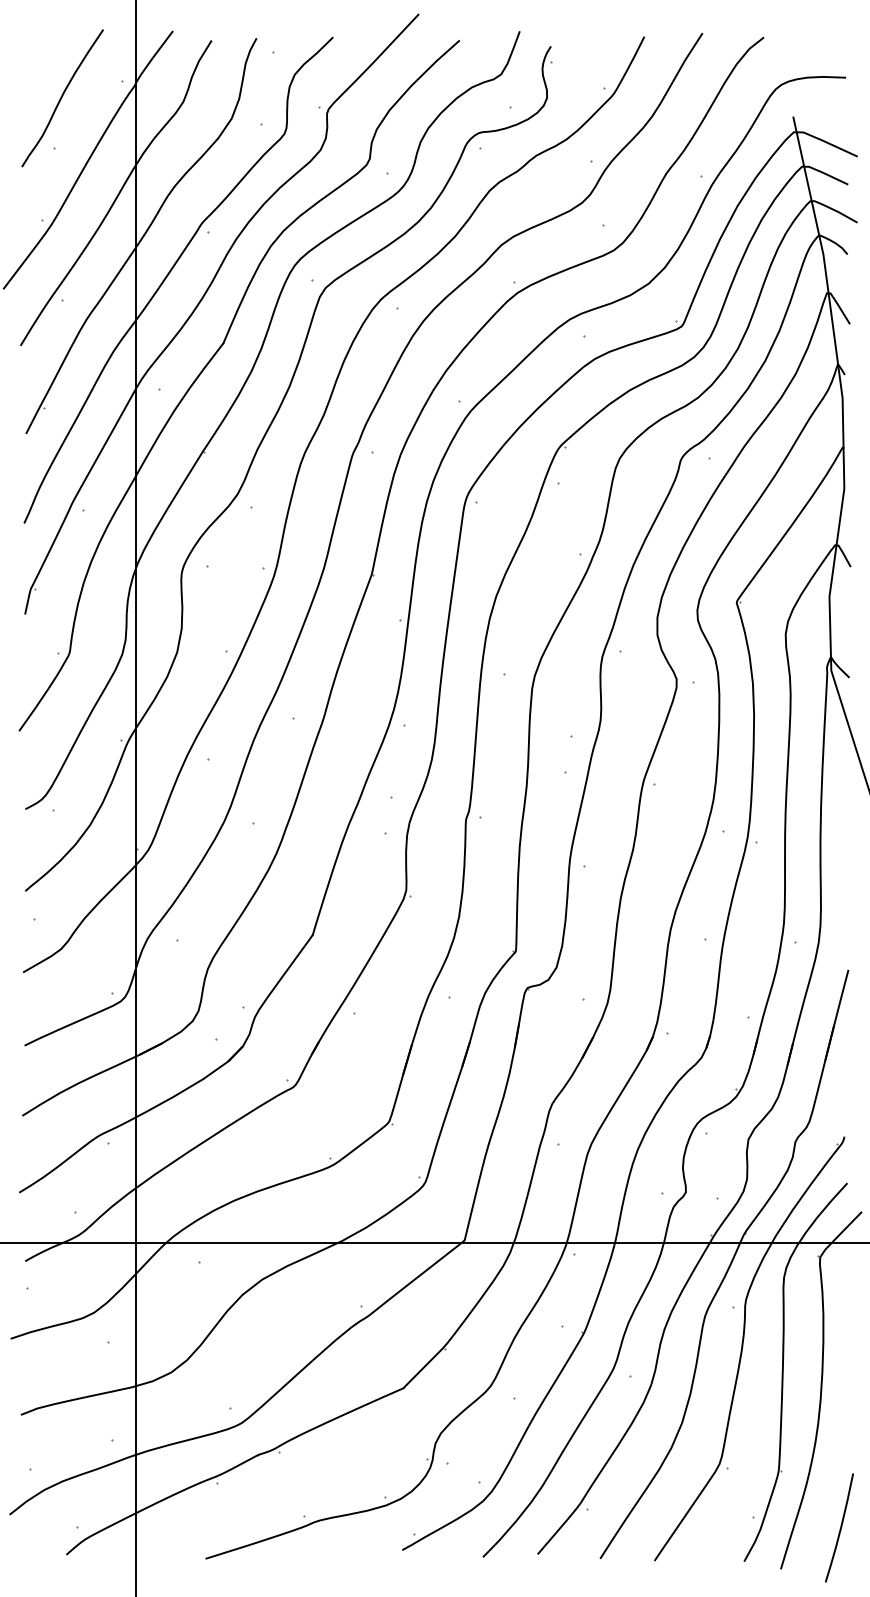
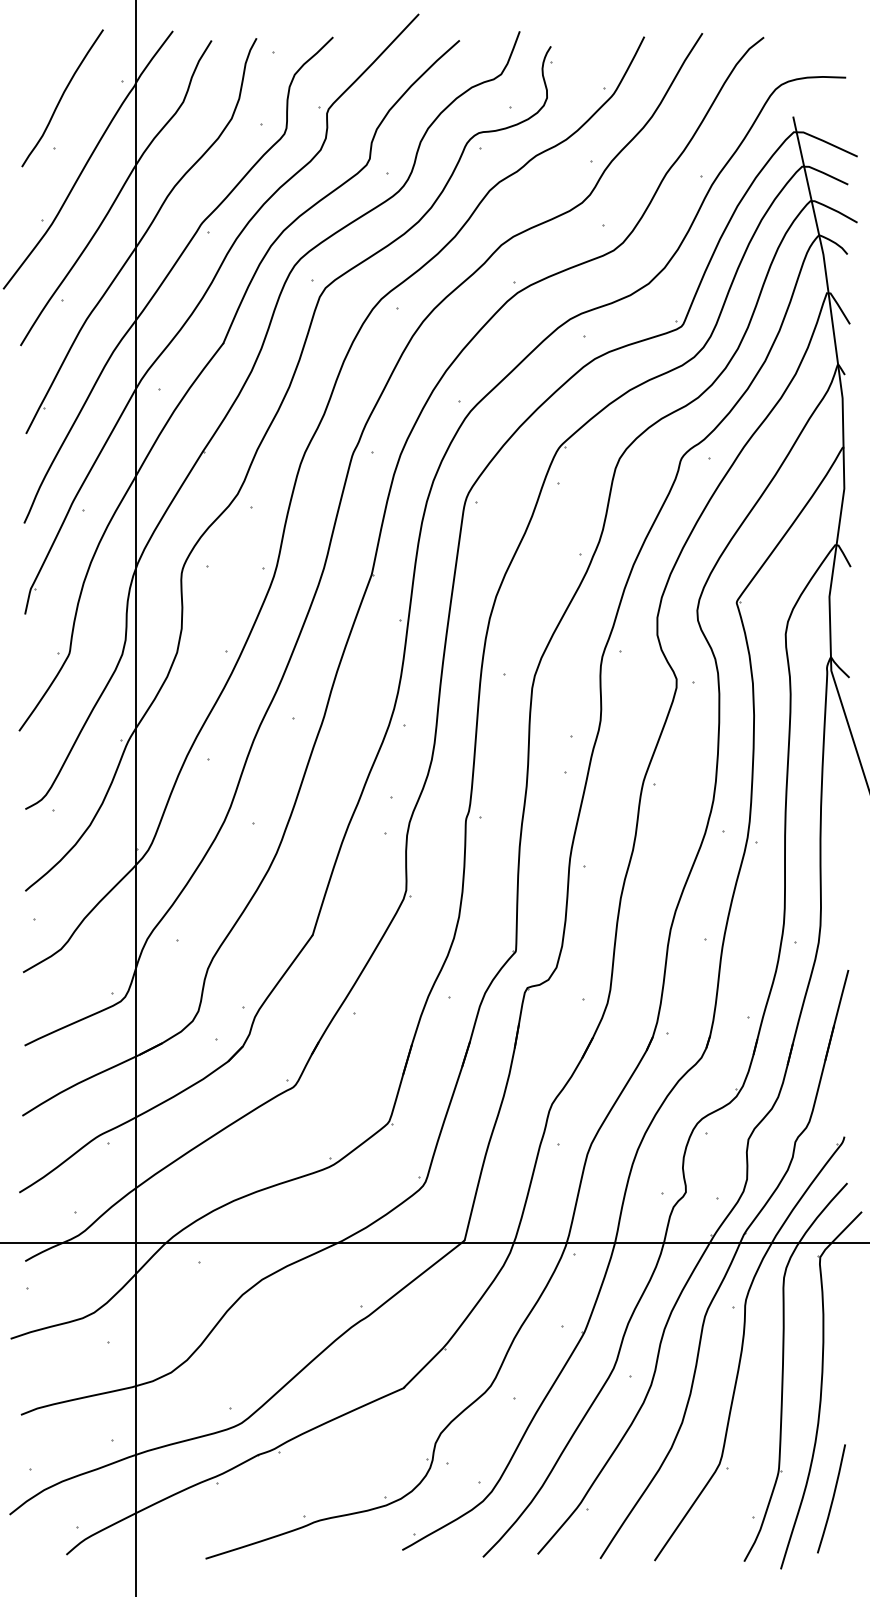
curve at (840, 1527) position: (840, 1527) -> (832, 1498)
